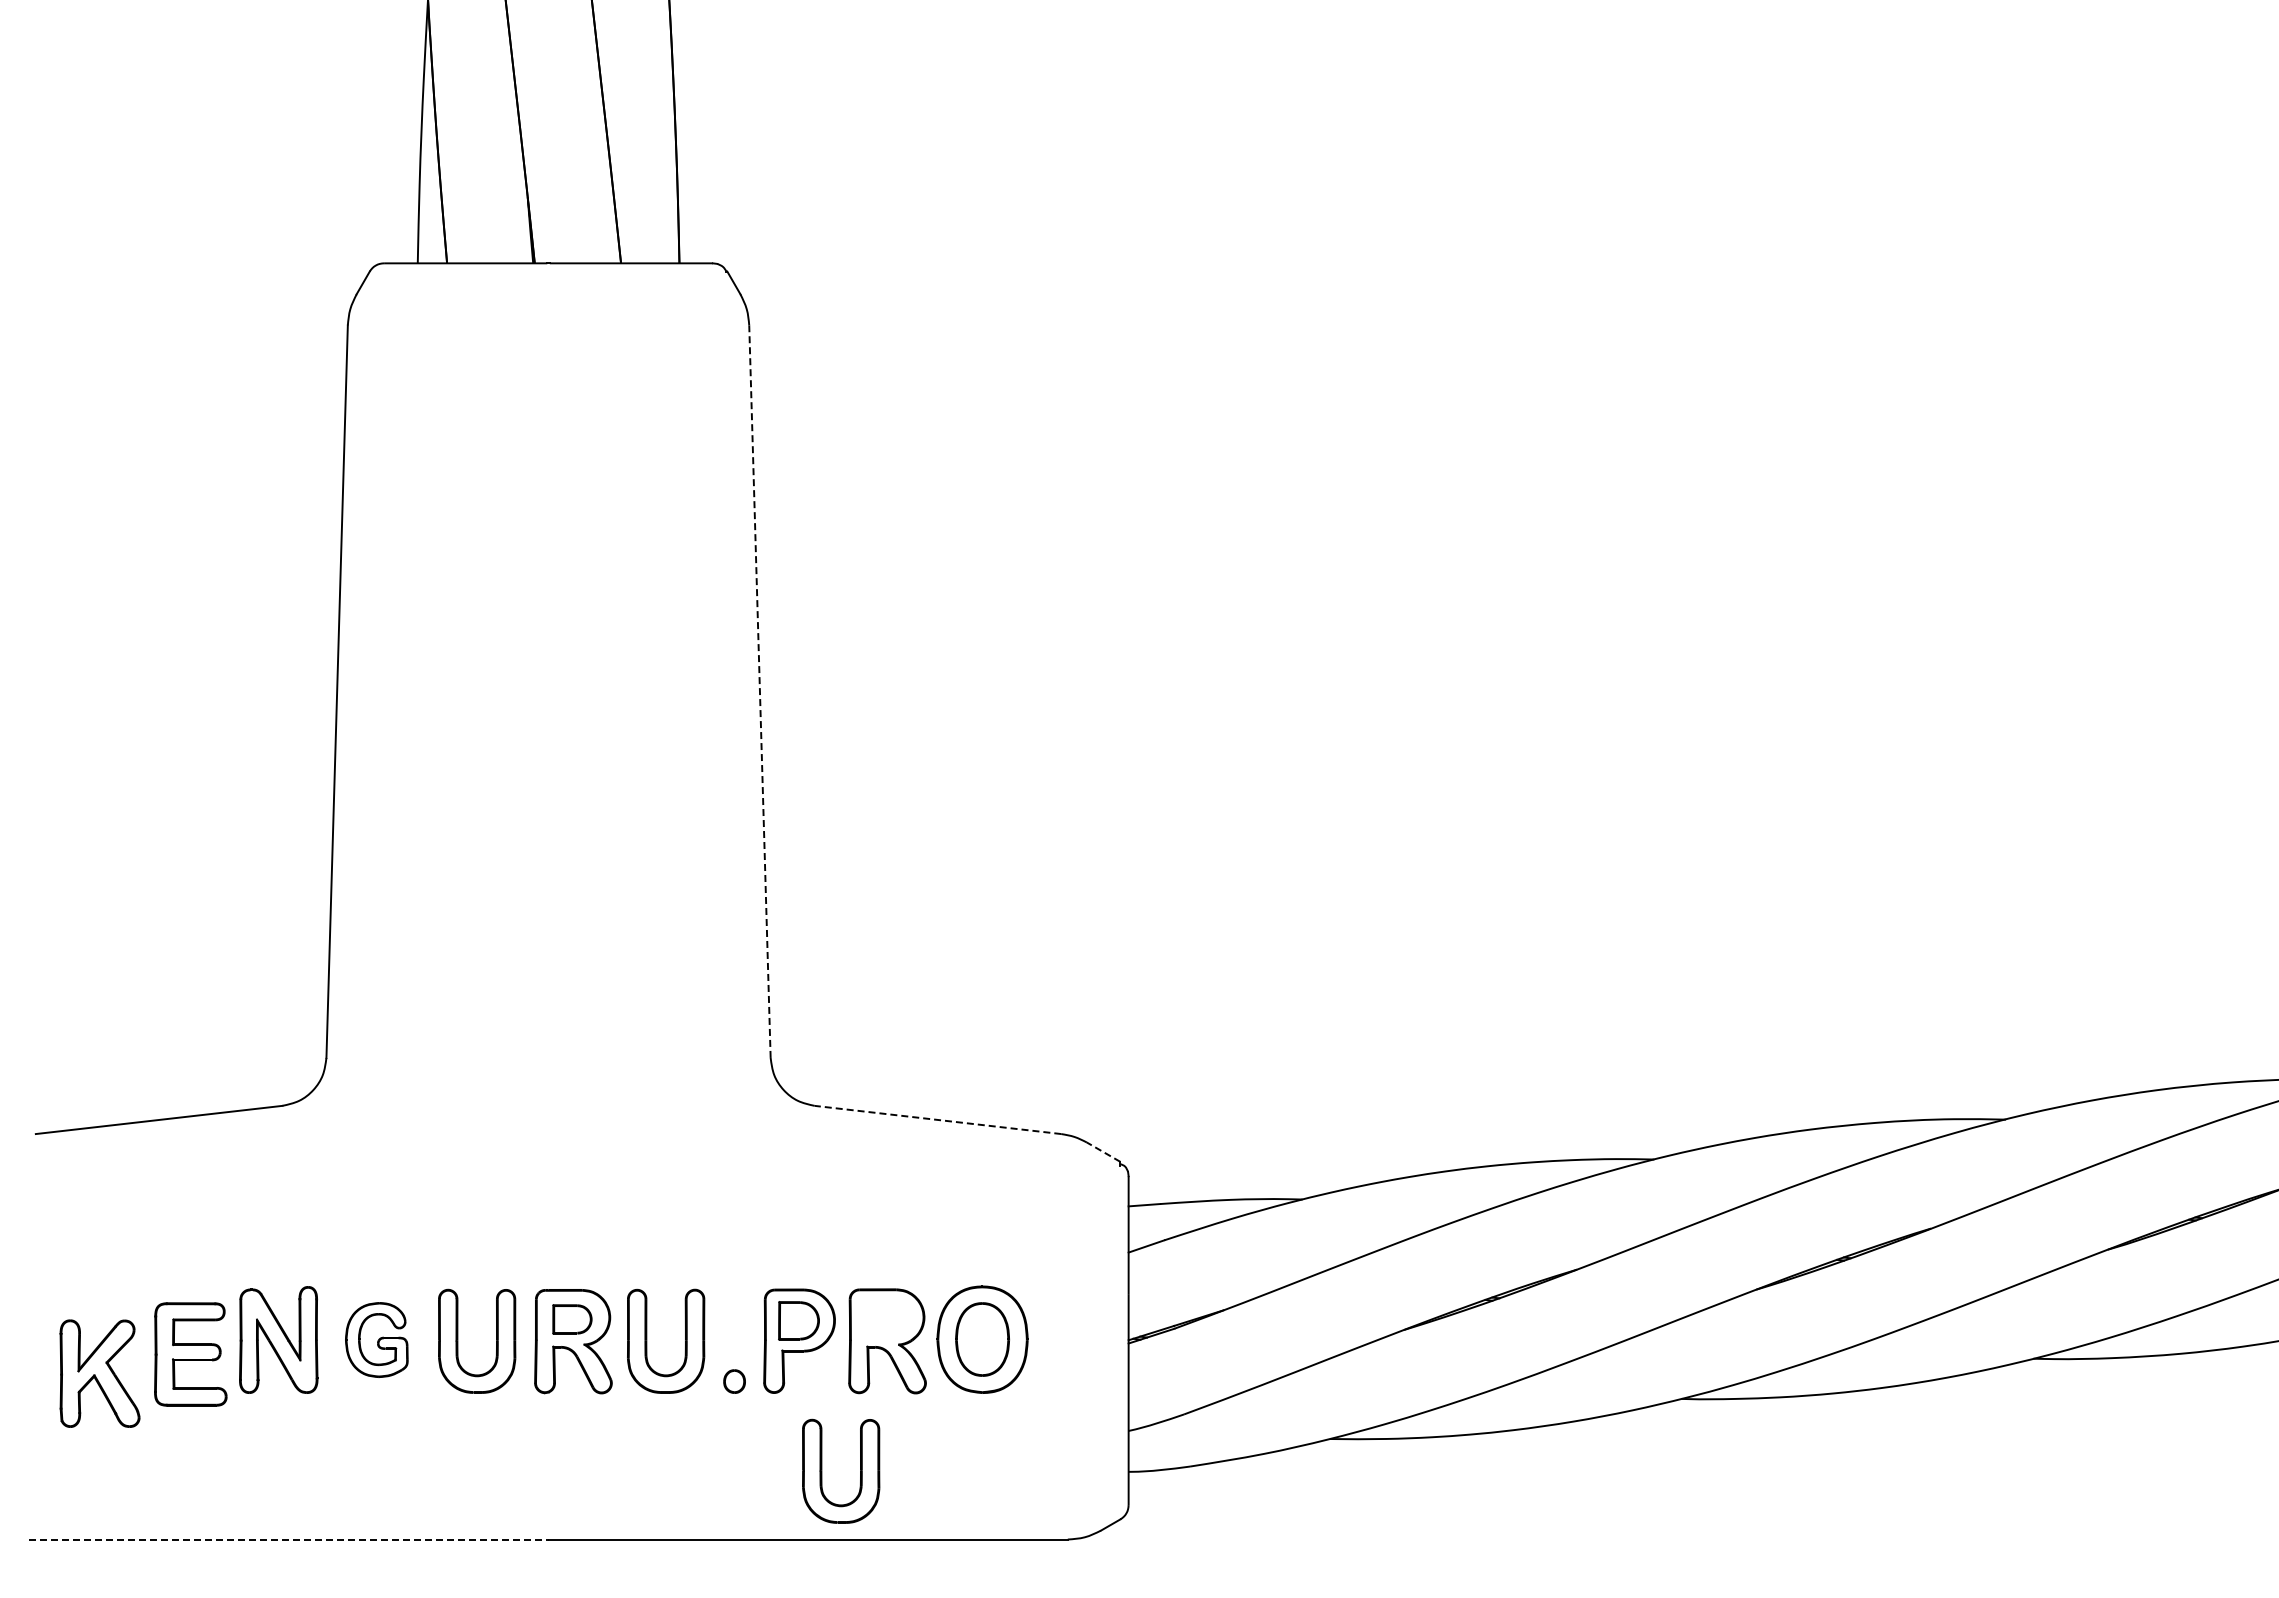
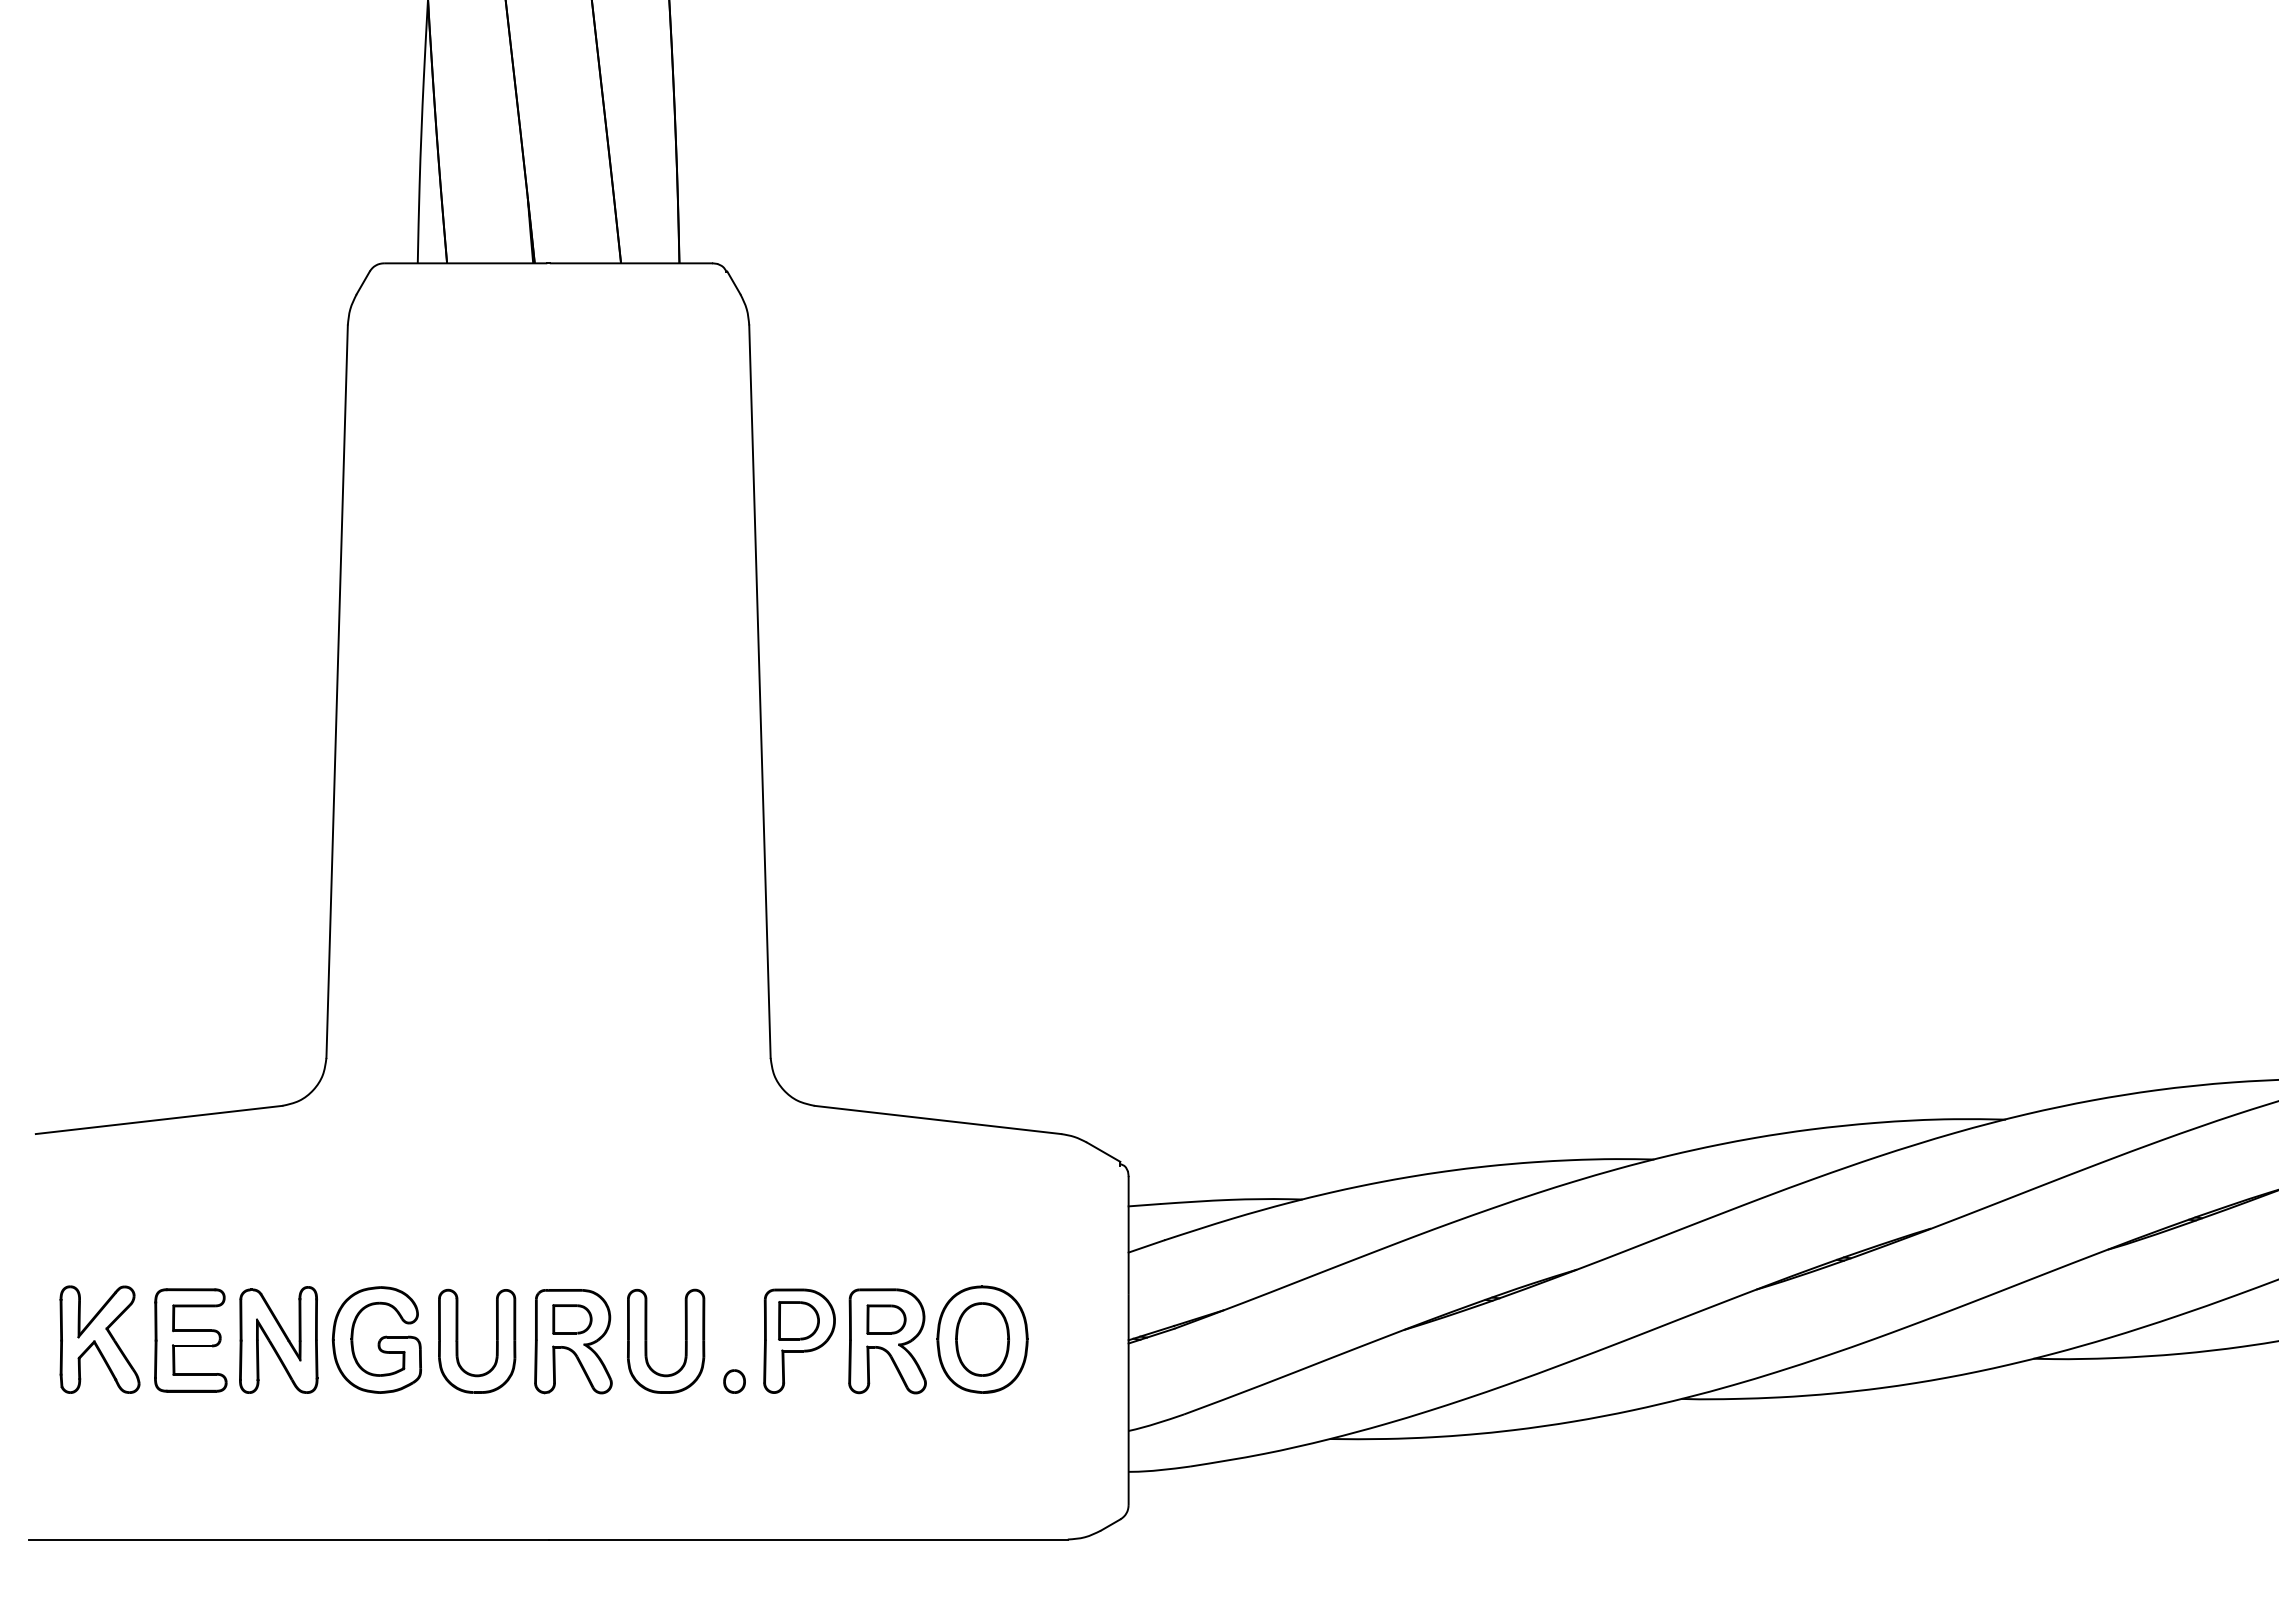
line at (759, 691): dashed -> solid
line at (937, 1119): dashed -> solid
line at (1103, 1151): dashed -> solid
part at (886, 1319): none -> present
part at (376, 1339) size: 64x76 px -> 91x108 px
part at (190, 1354) position: (190, 1354) -> (190, 1340)
part at (99, 1373) position: (99, 1373) -> (99, 1339)
part at (822, 1470): present -> none
line at (288, 1539): dashed -> solid
